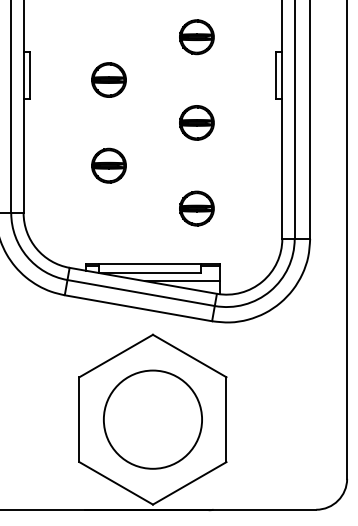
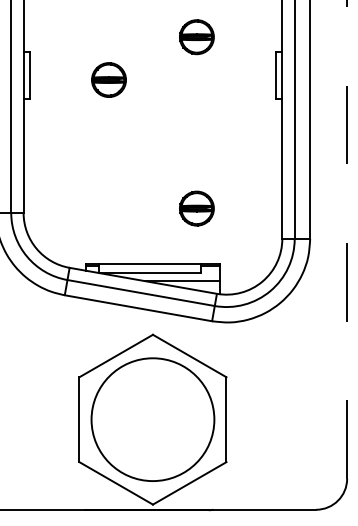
part at (196, 122): present -> none
part at (108, 165): present -> none
line at (347, 239): solid -> dashed
circle at (152, 419) diameter: 98 px -> 123 px
